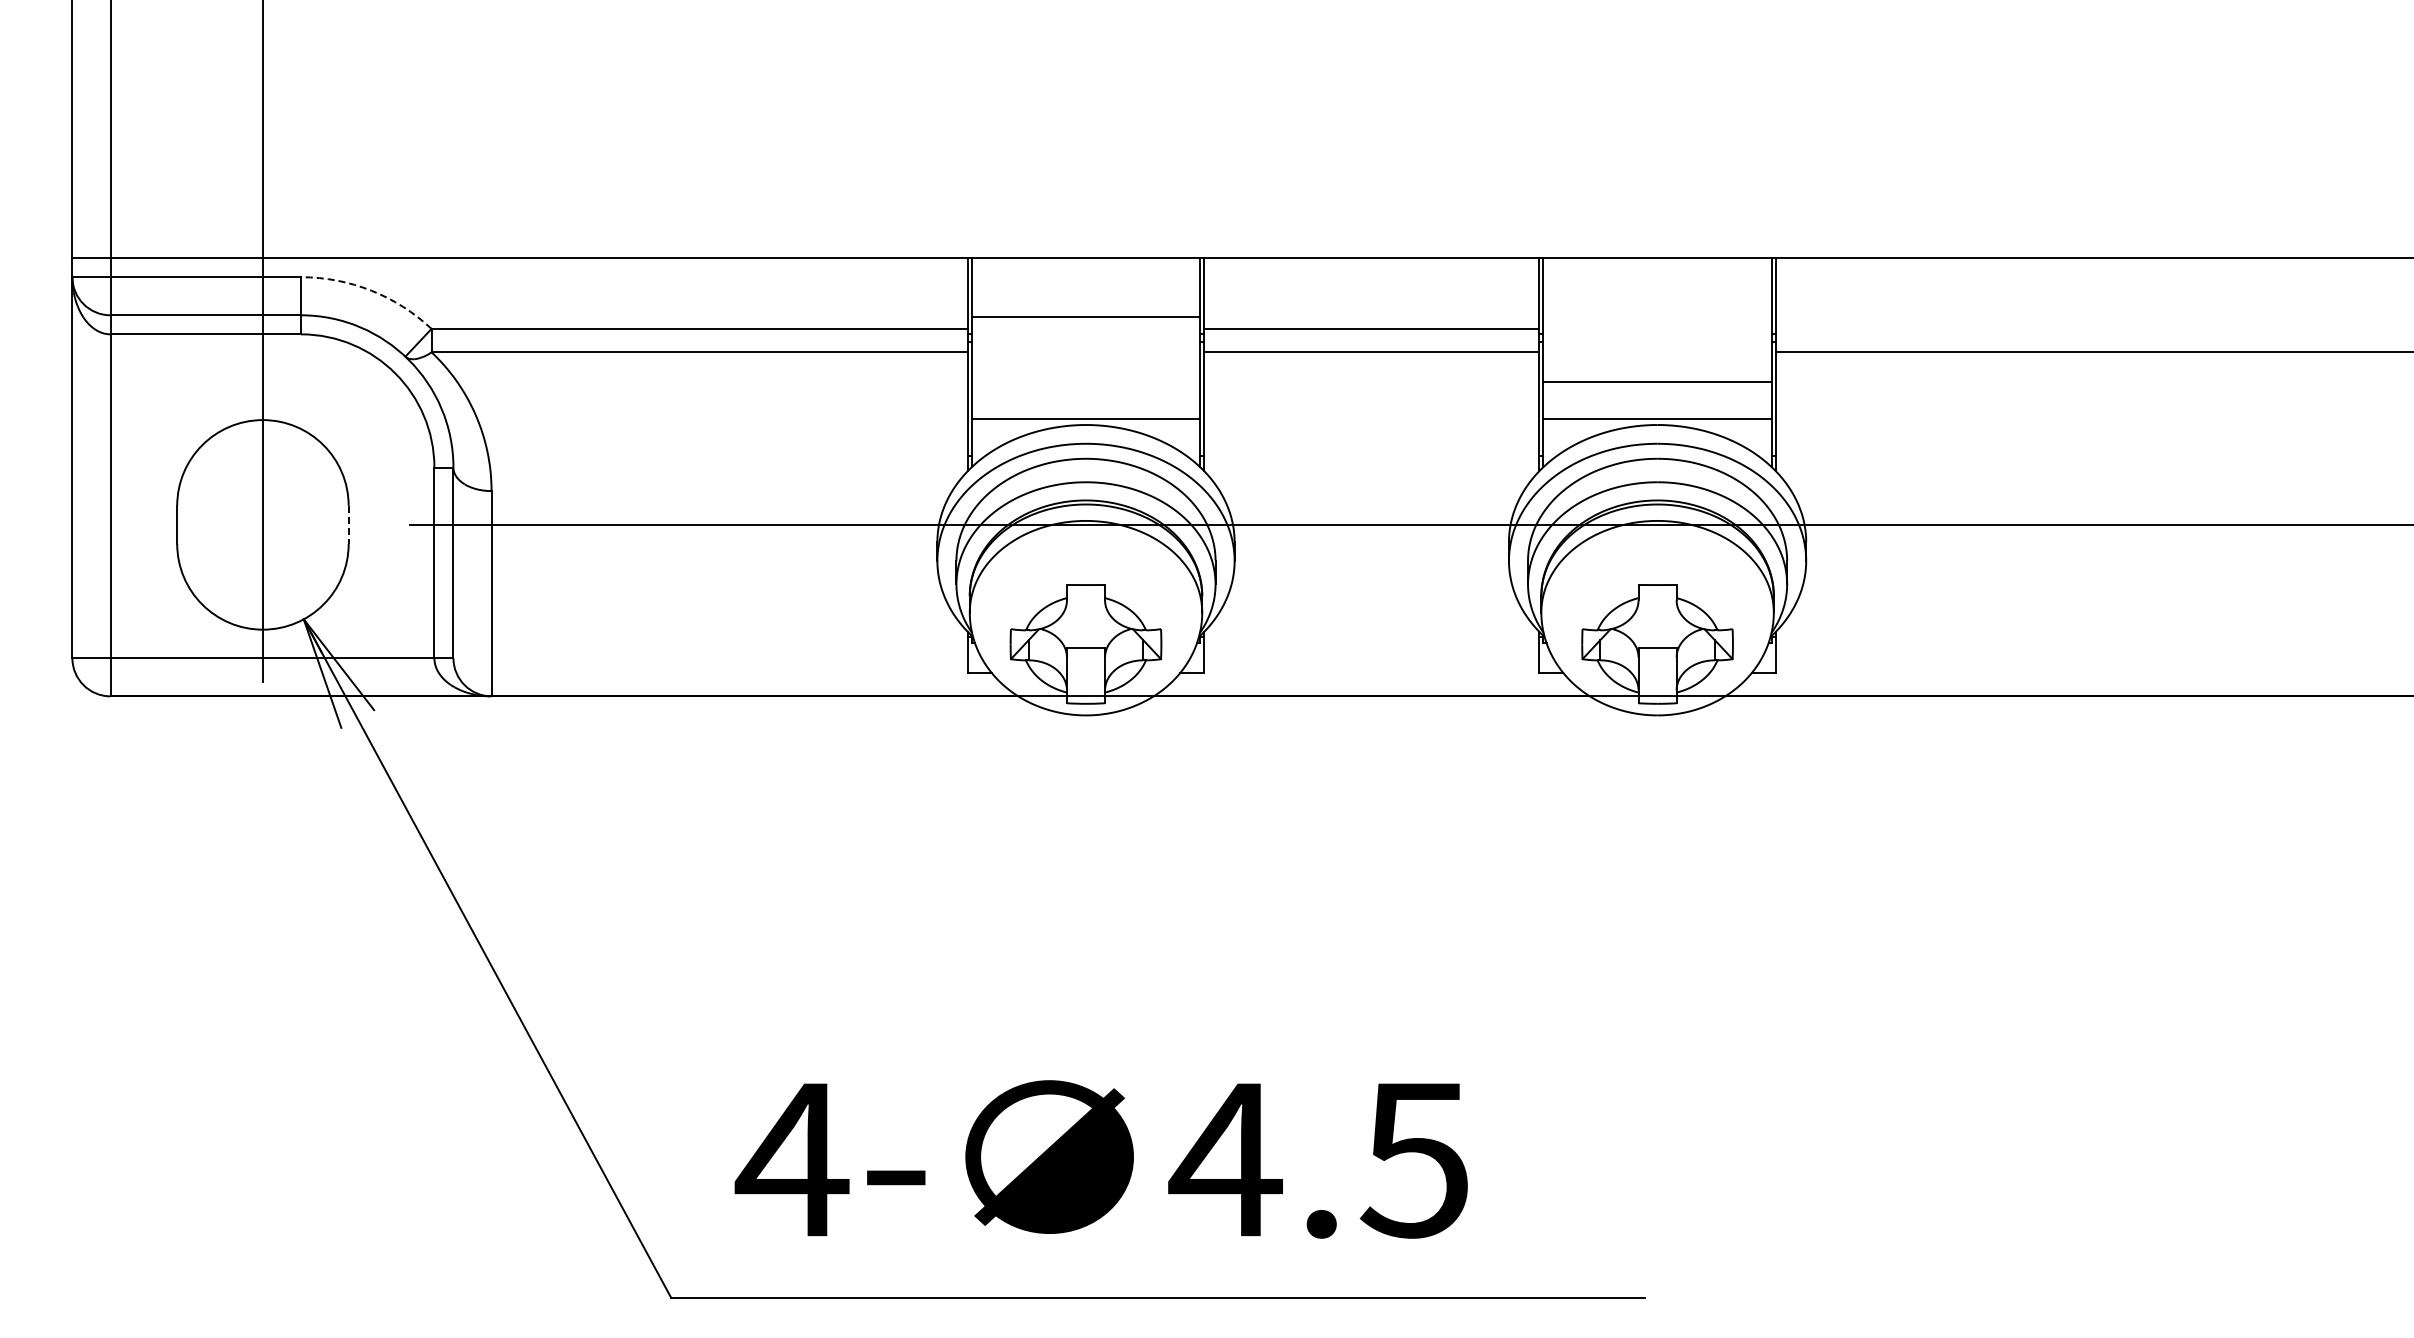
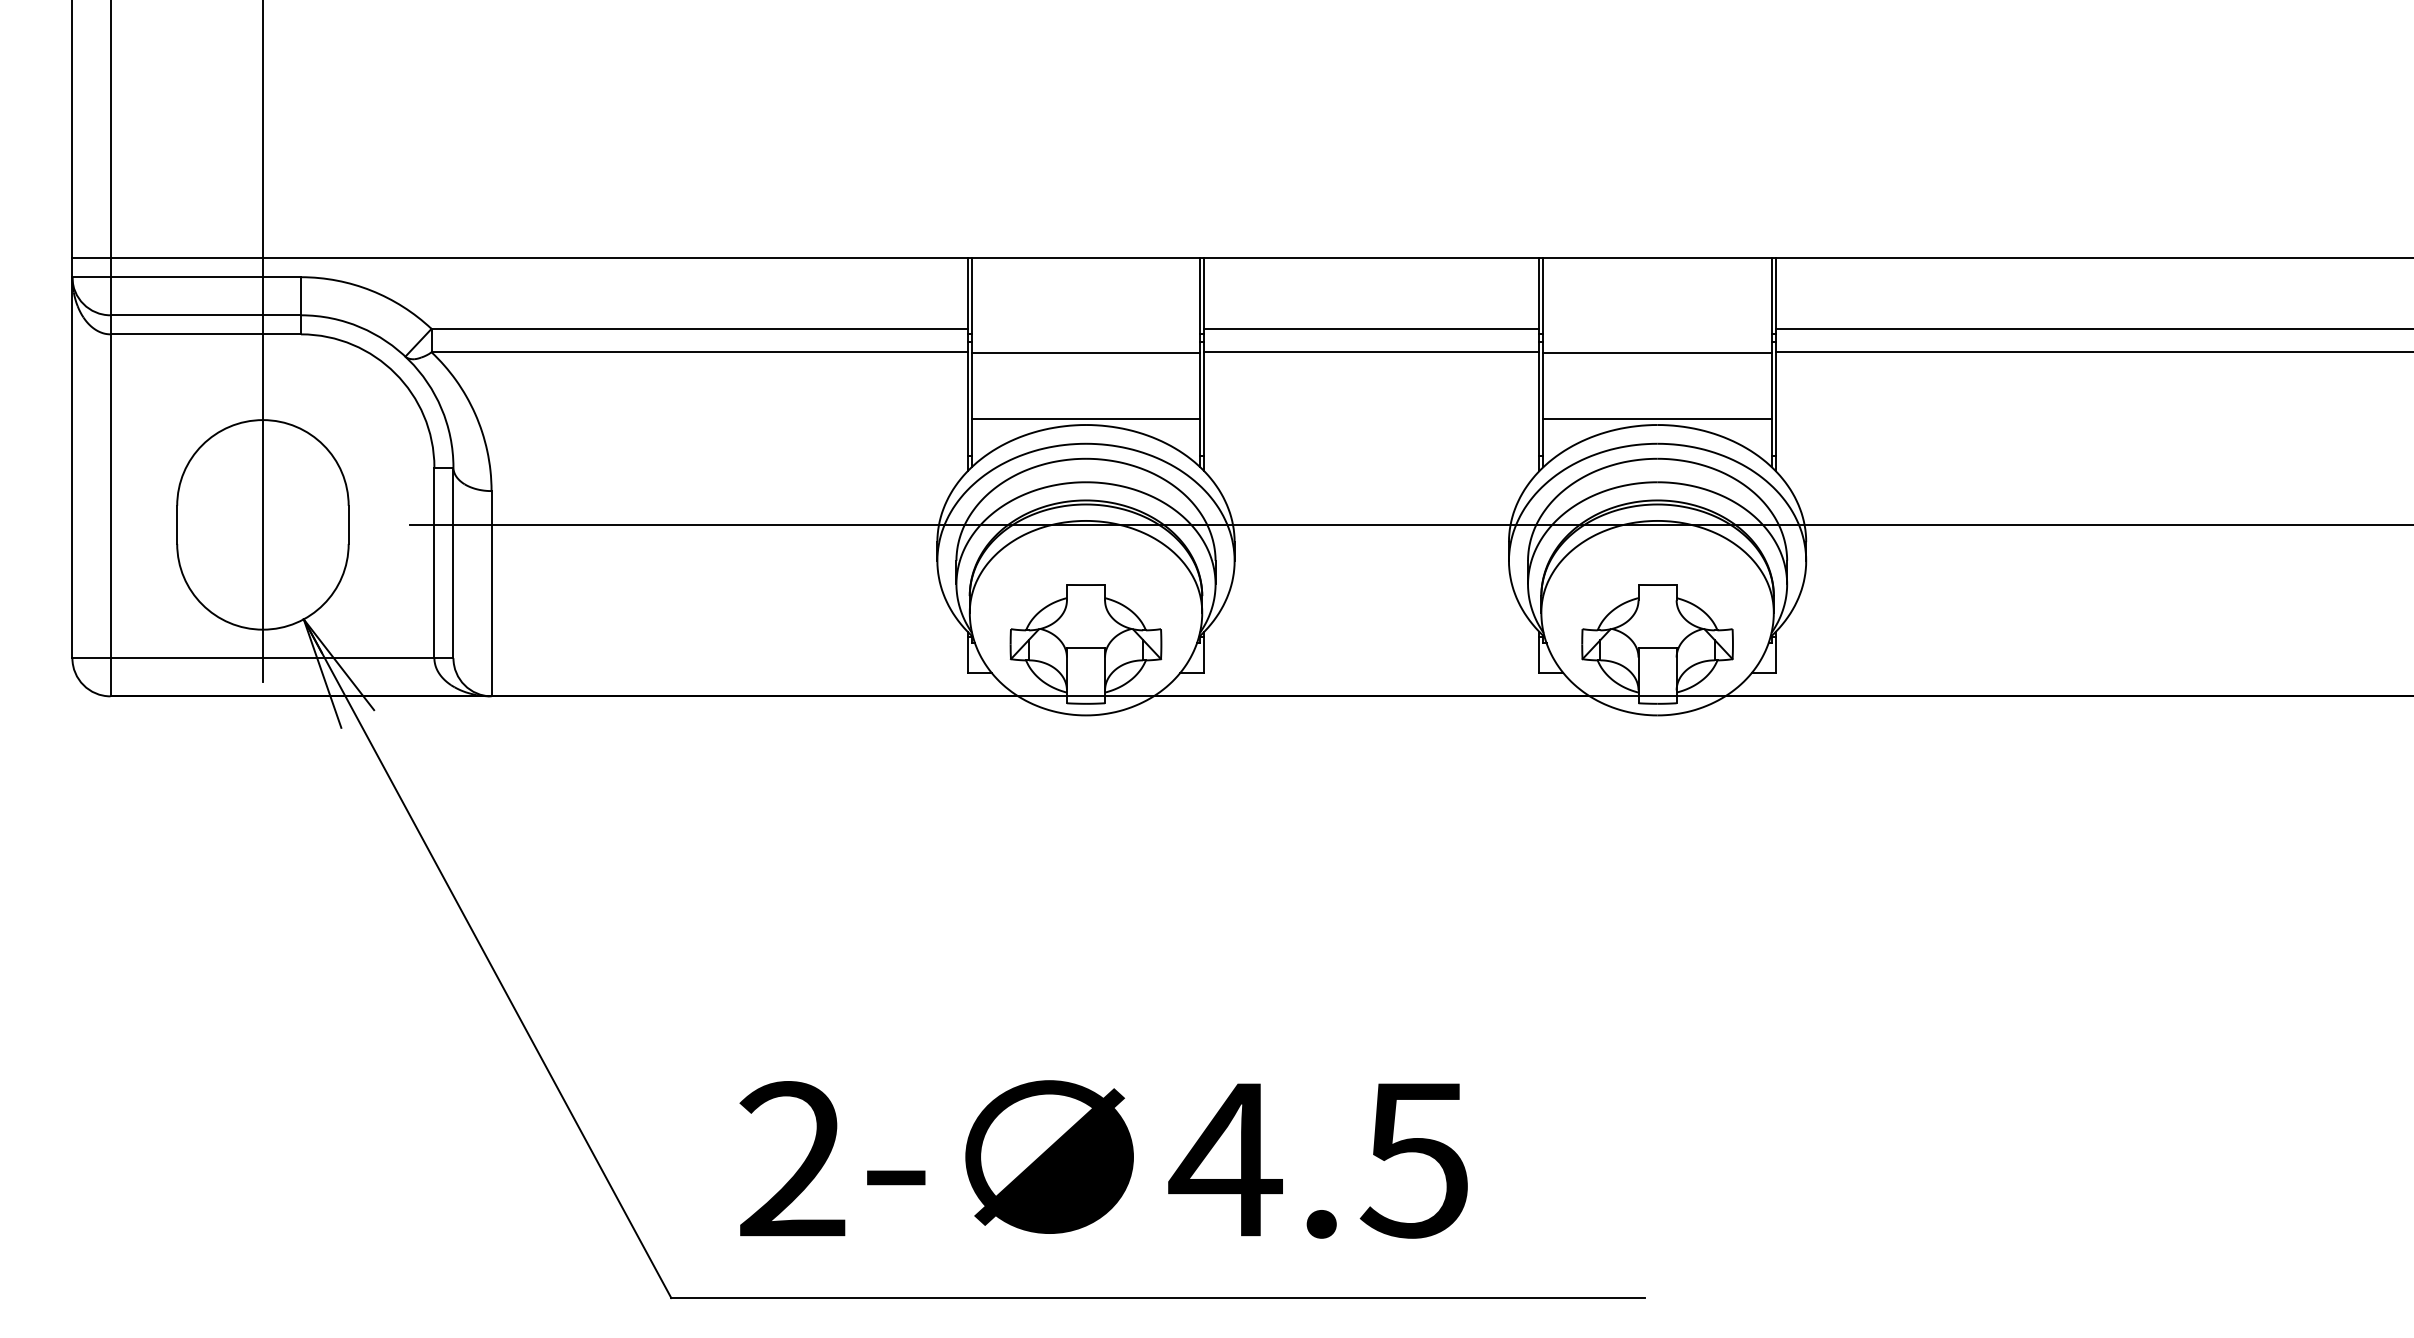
arc at (371, 290): dashed -> solid
line at (1085, 317) position: (1085, 317) -> (1085, 353)
line at (2092, 328): none -> present
line at (1657, 382) position: (1657, 382) -> (1657, 353)
line at (348, 525): dashed -> solid
text at (791, 1158): 4- -> 2-
